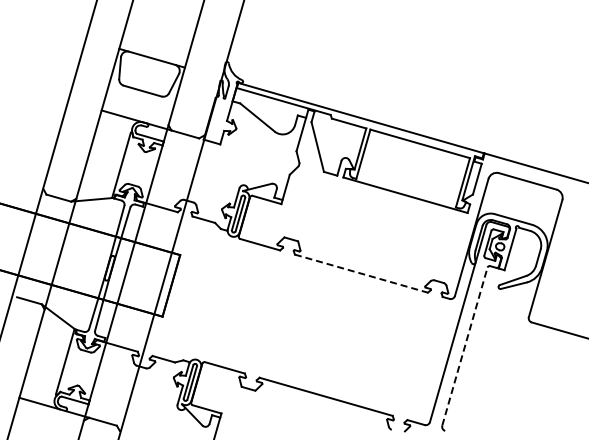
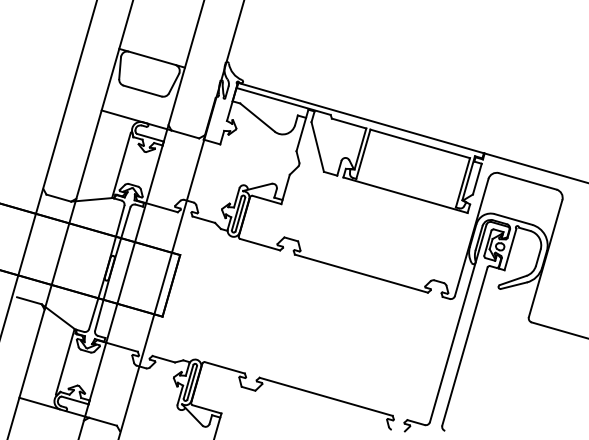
line at (361, 273): dashed -> solid
line at (465, 346): dashed -> solid
